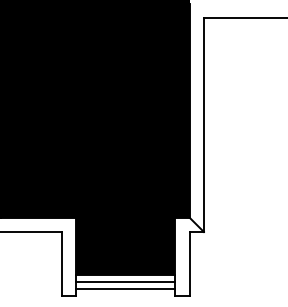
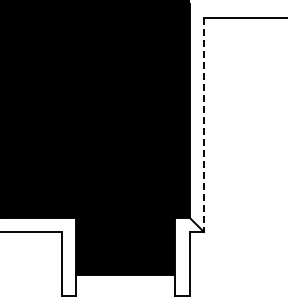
line at (203, 125): solid -> dashed
line at (125, 281): present -> none
line at (125, 289): present -> none
